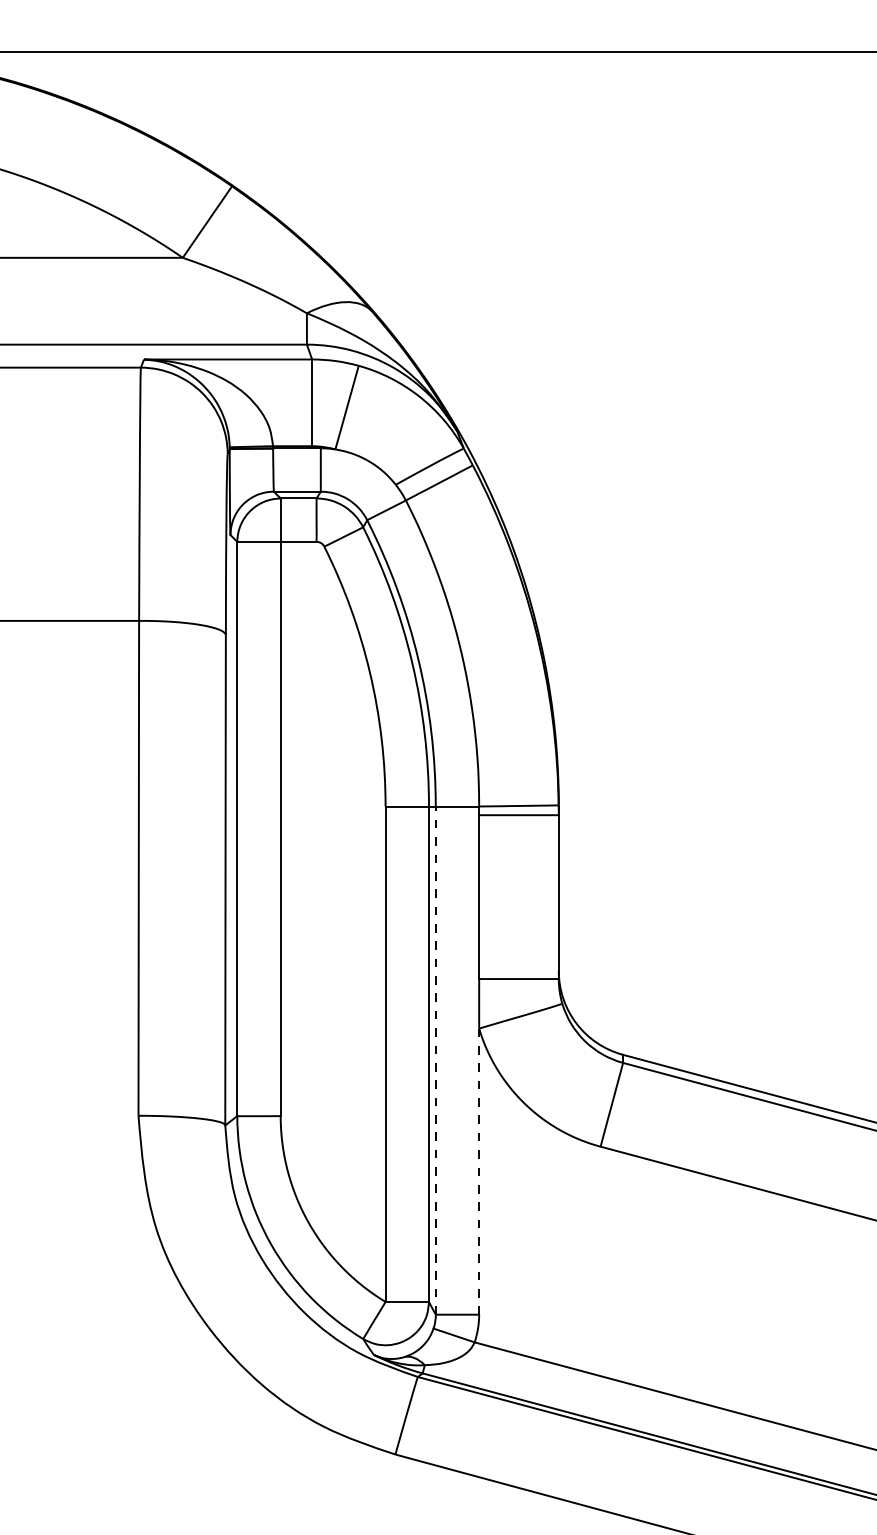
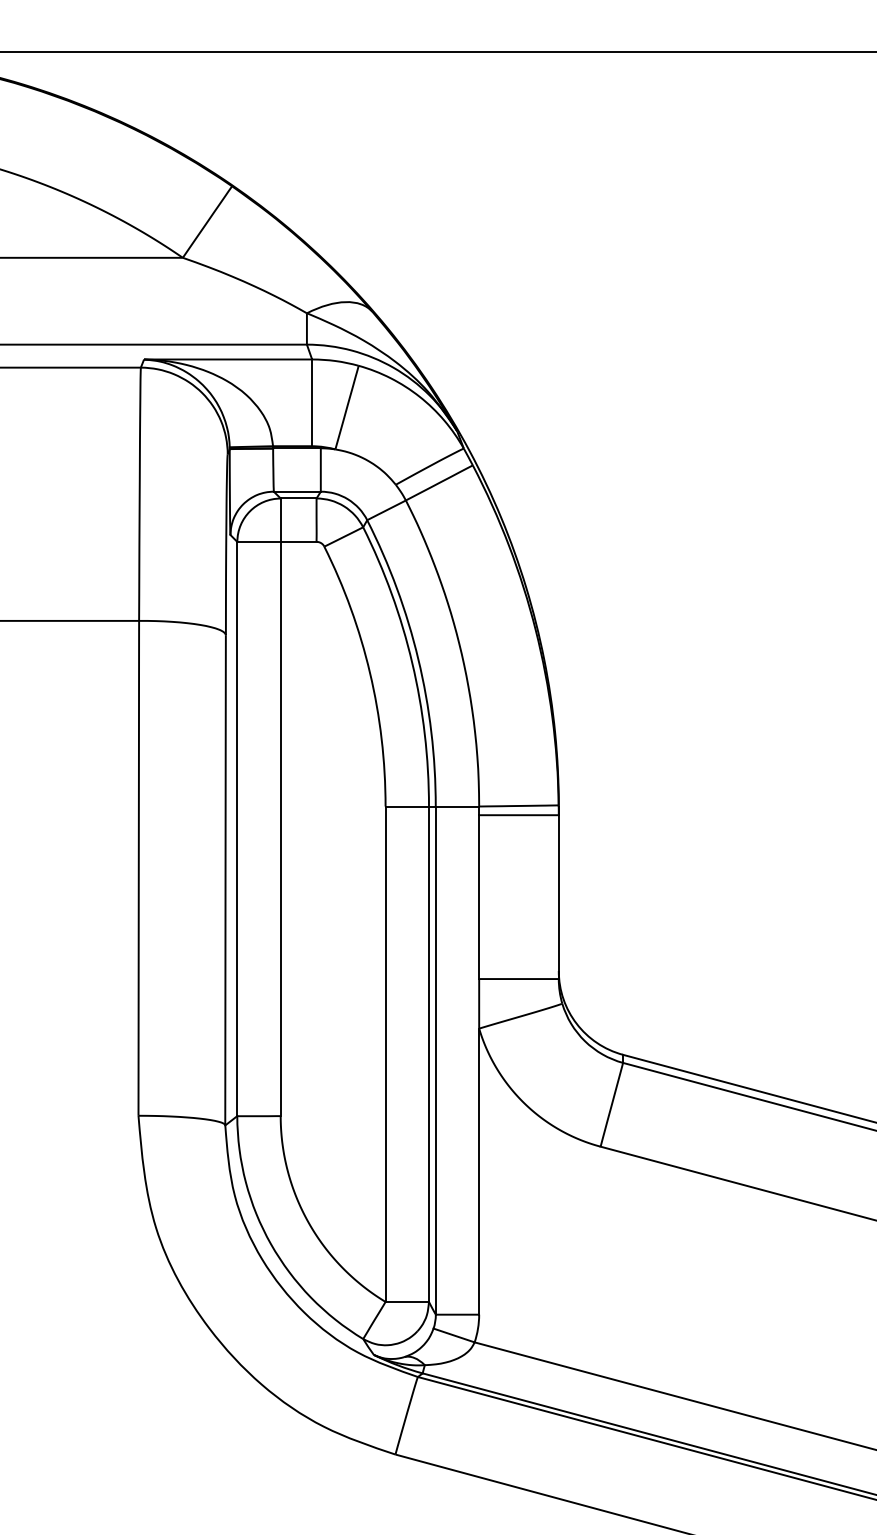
line at (435, 1060): dashed -> solid
line at (479, 1172): dashed -> solid
